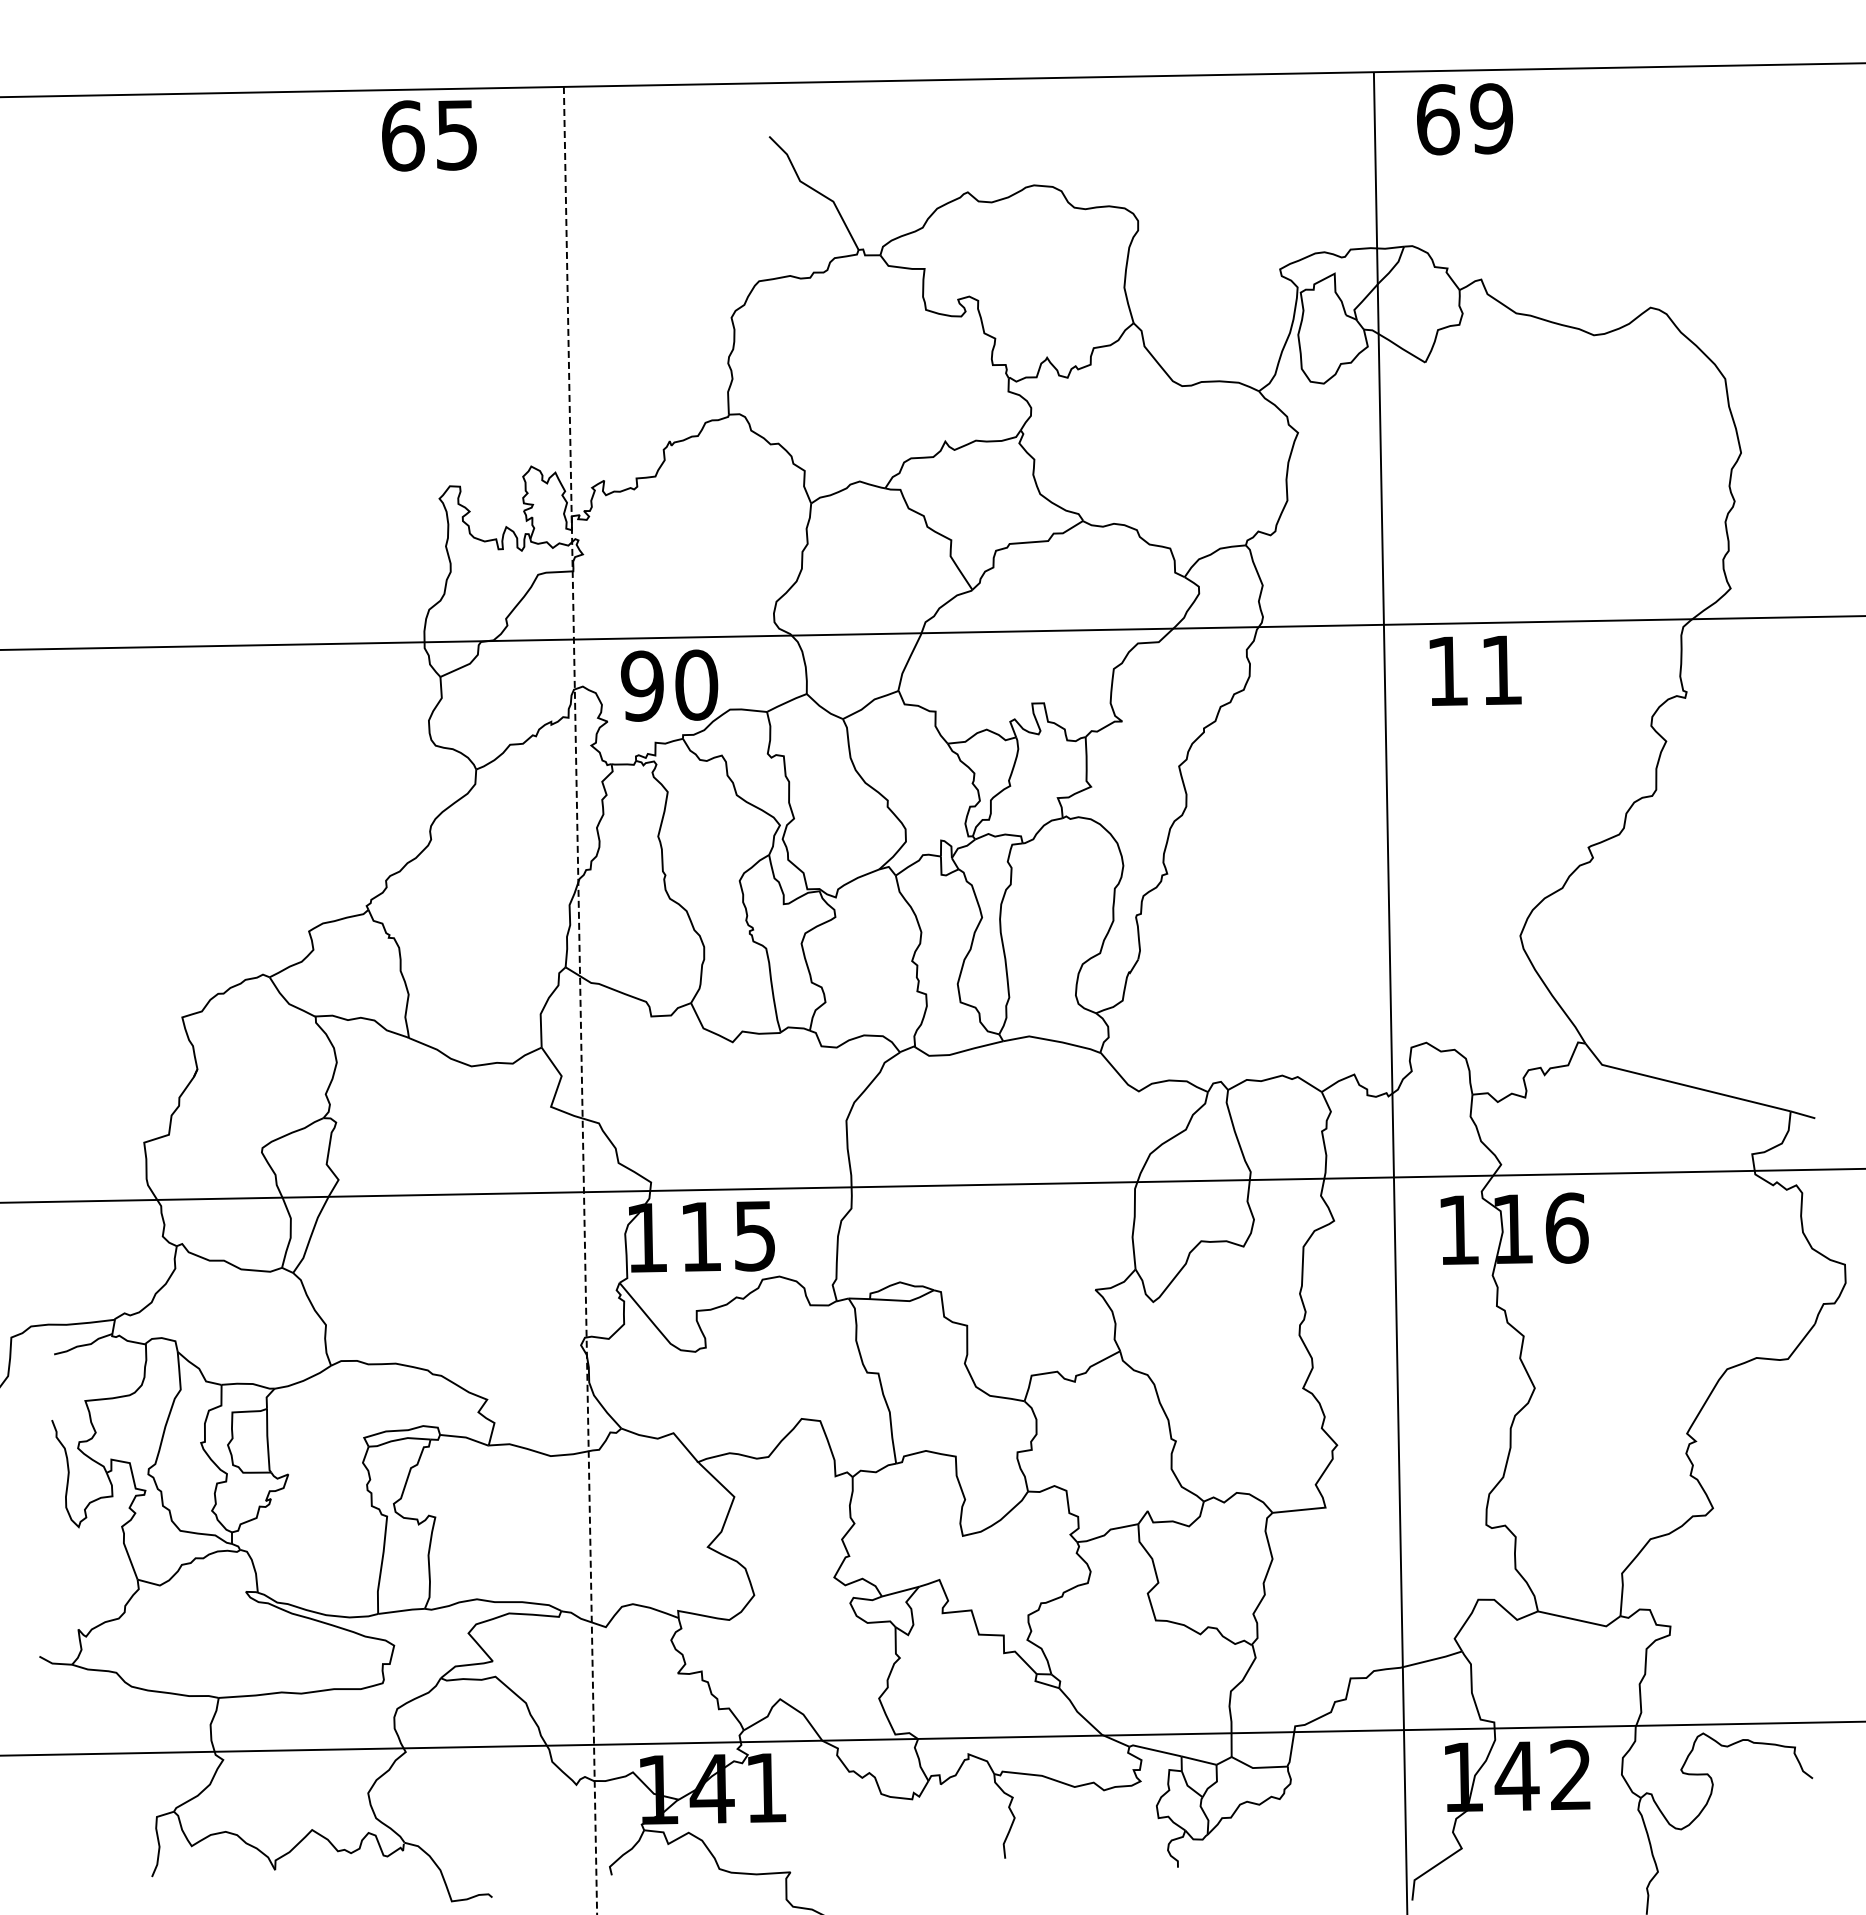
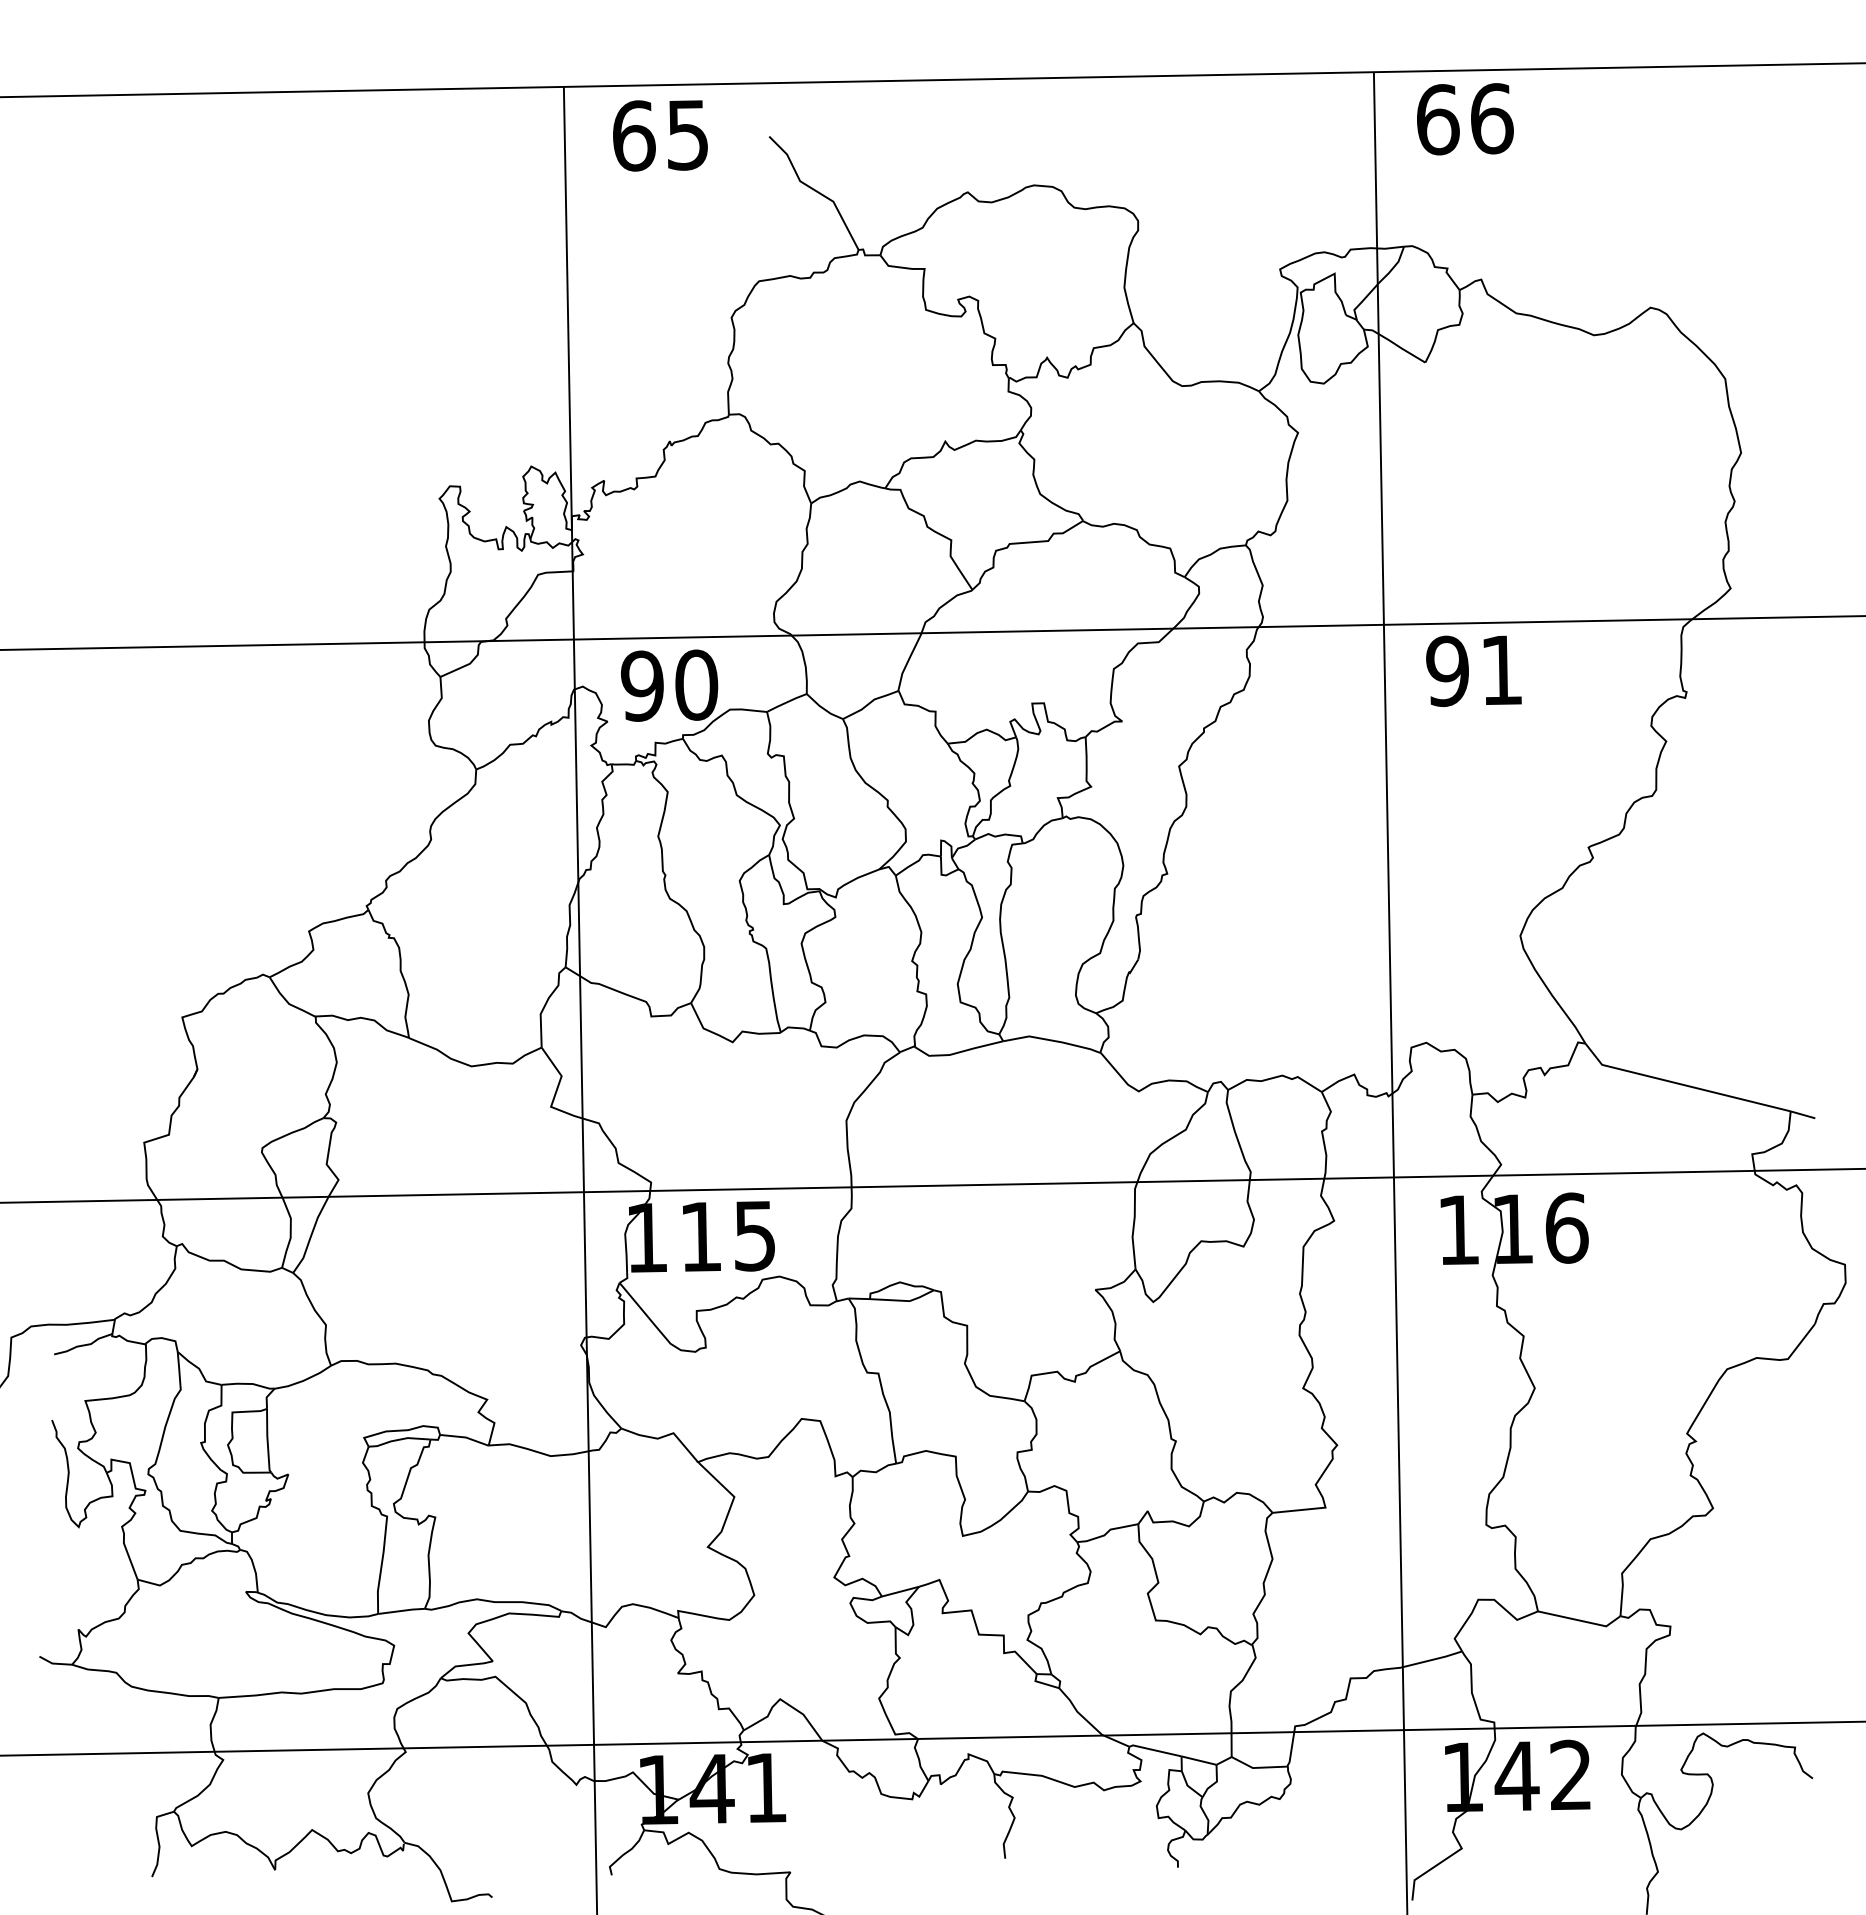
text at (1491, 118): 69 -> 66
text at (429, 135) position: (429, 135) -> (660, 135)
text at (1447, 671): 11 -> 91
line at (580, 1000): dashed -> solid
